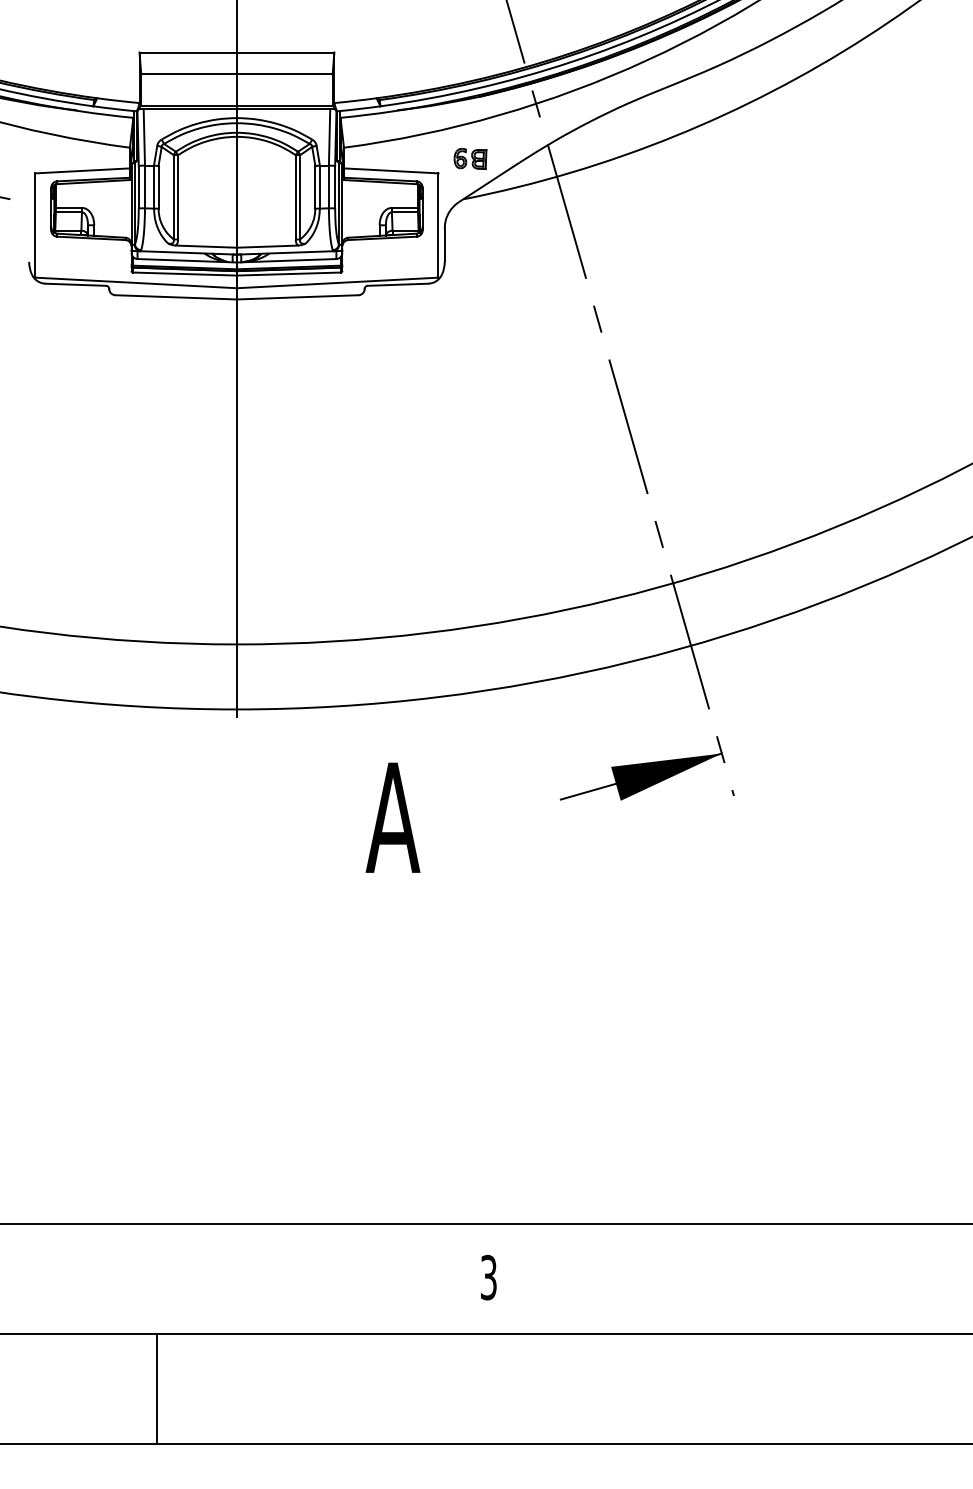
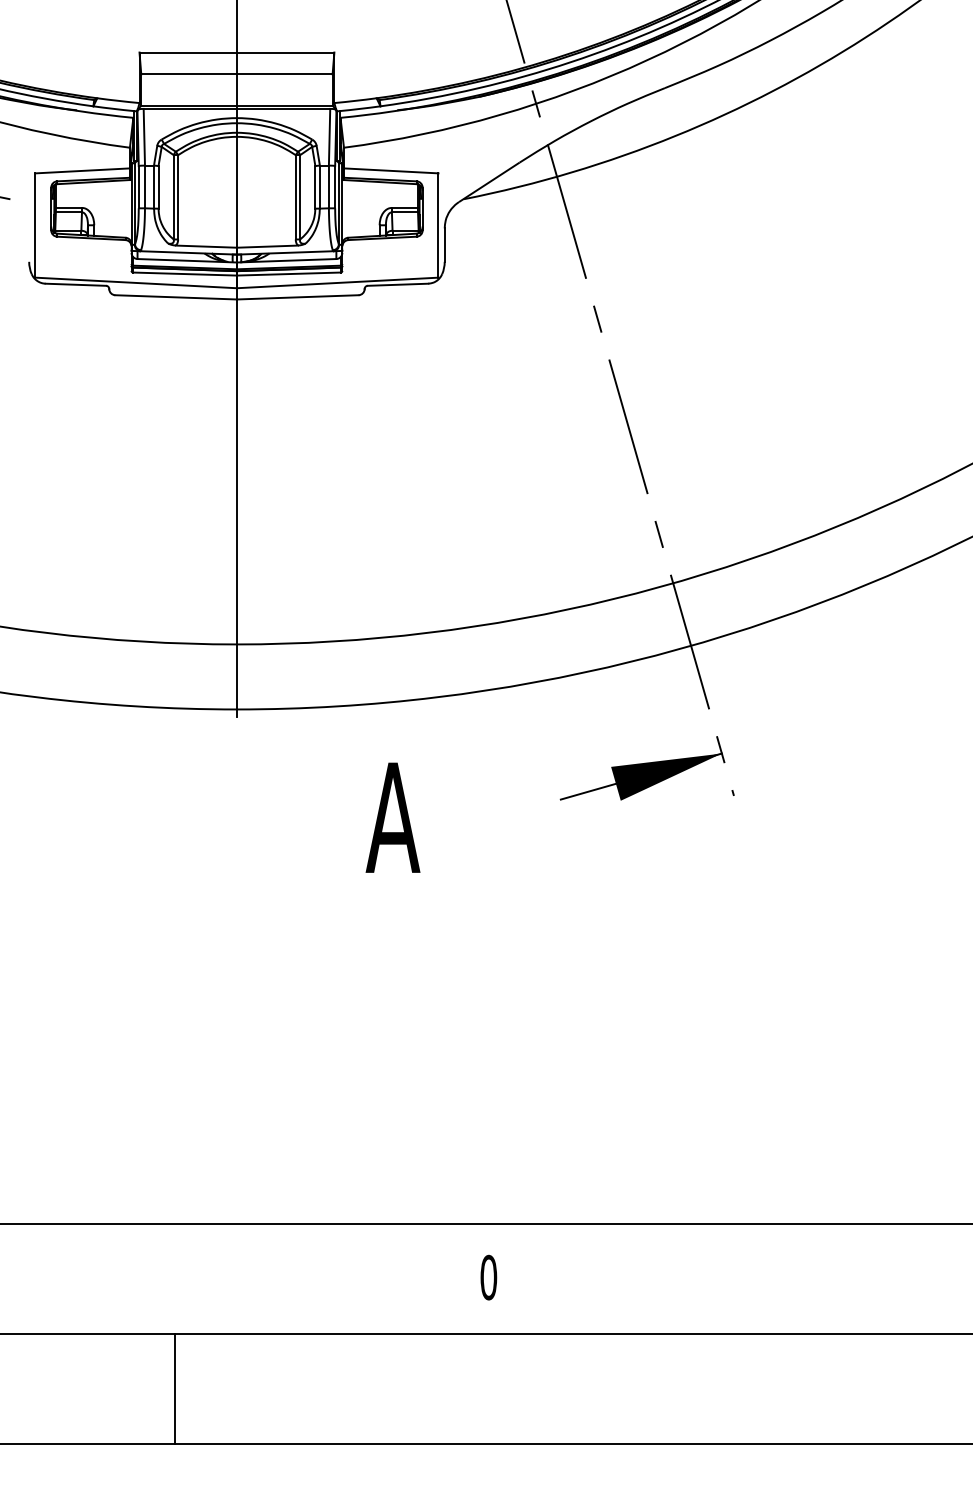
part at (470, 158): present -> none
text at (488, 1277): 3 -> 0
line at (157, 1389) position: (157, 1389) -> (175, 1389)
